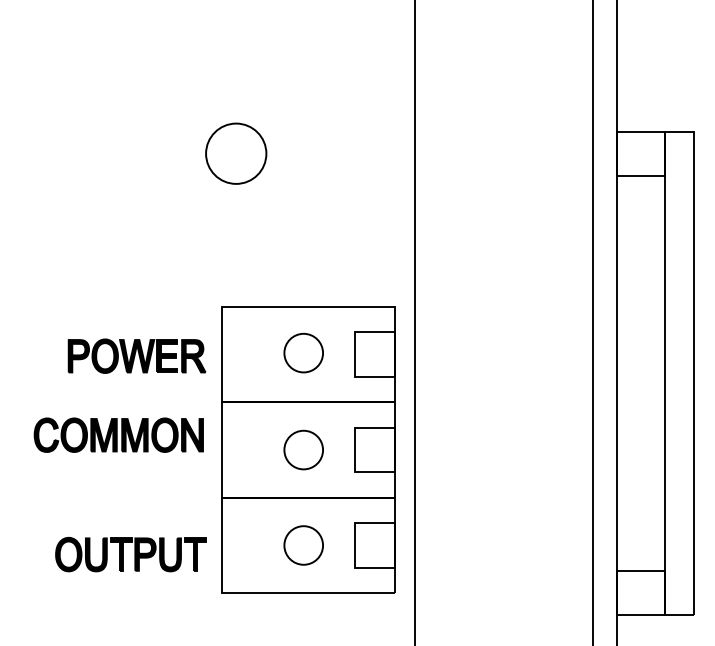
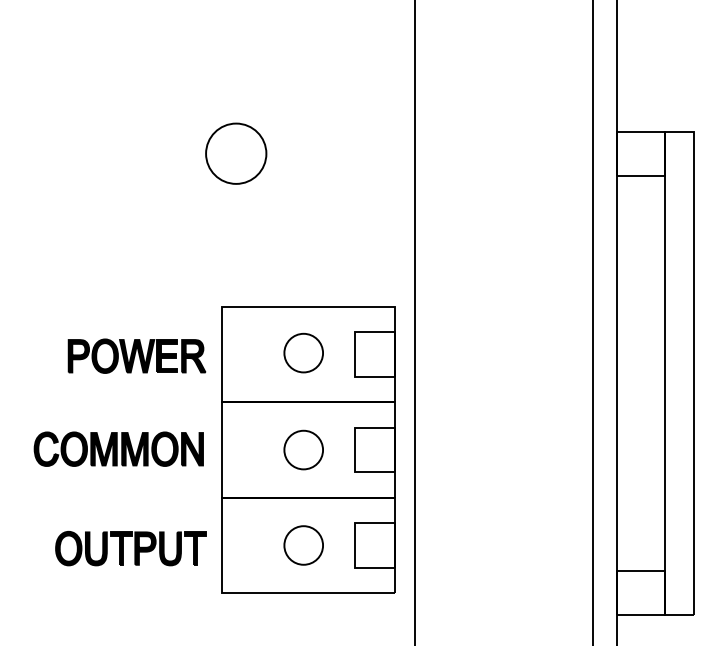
part at (118, 434) position: (118, 434) -> (118, 448)
part at (130, 554) position: (130, 554) -> (130, 548)
